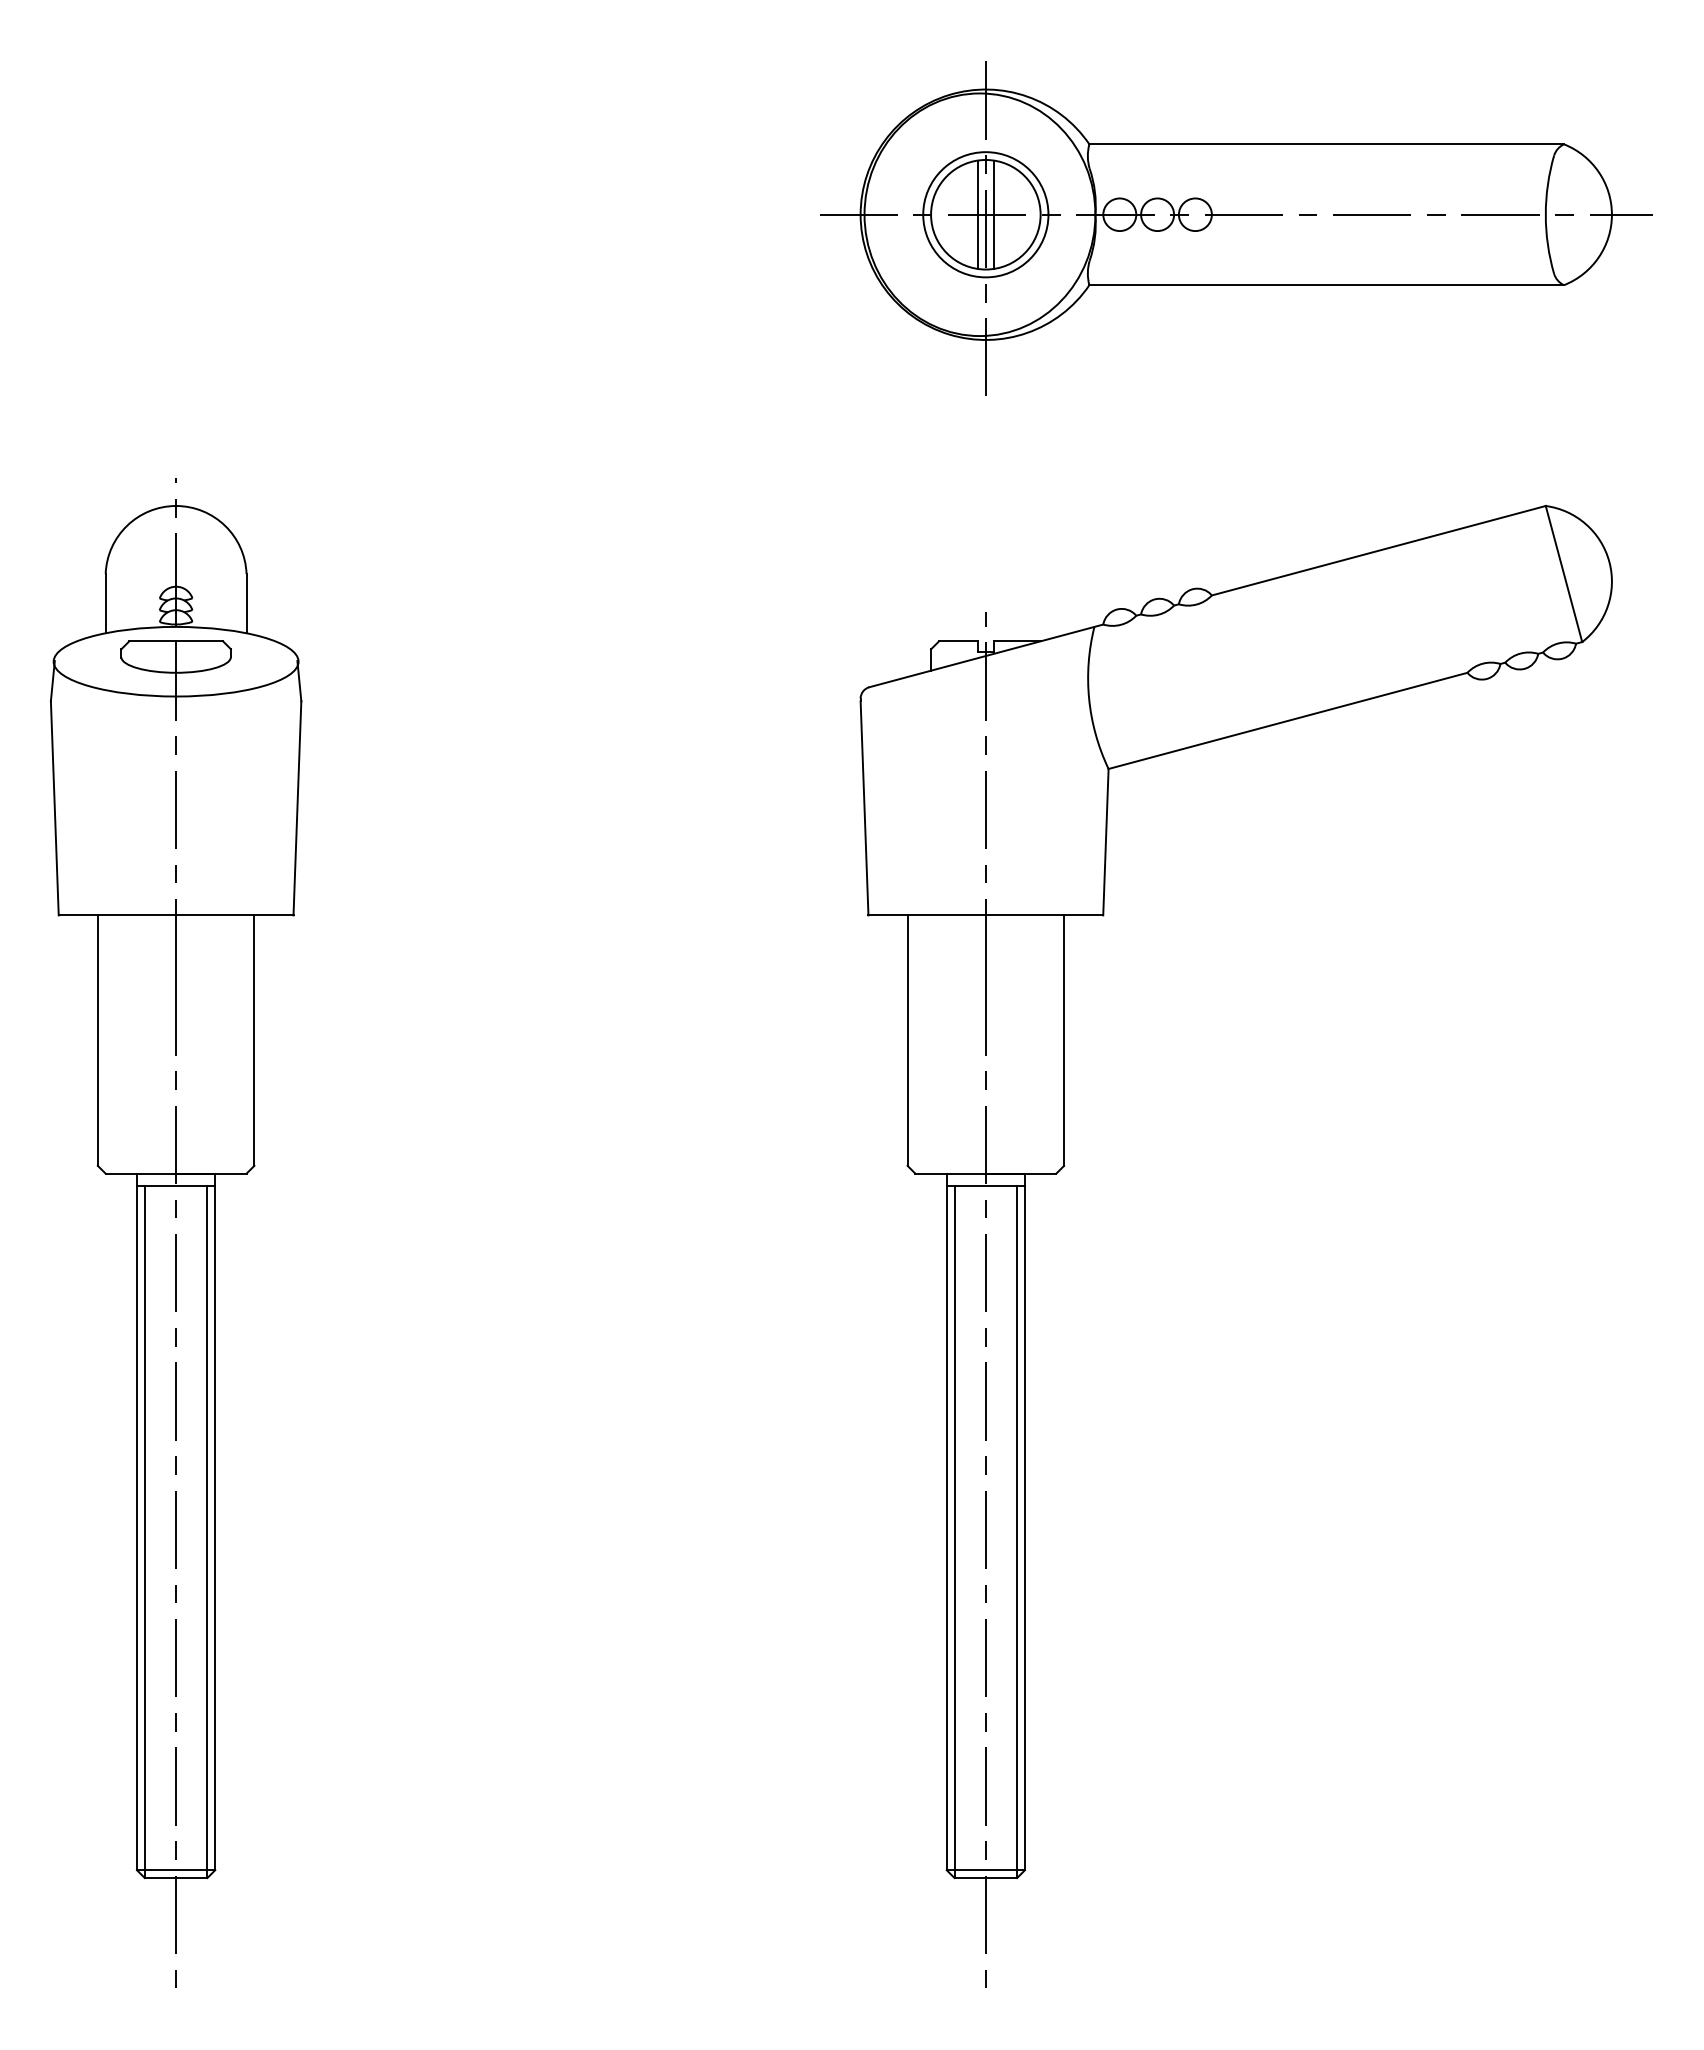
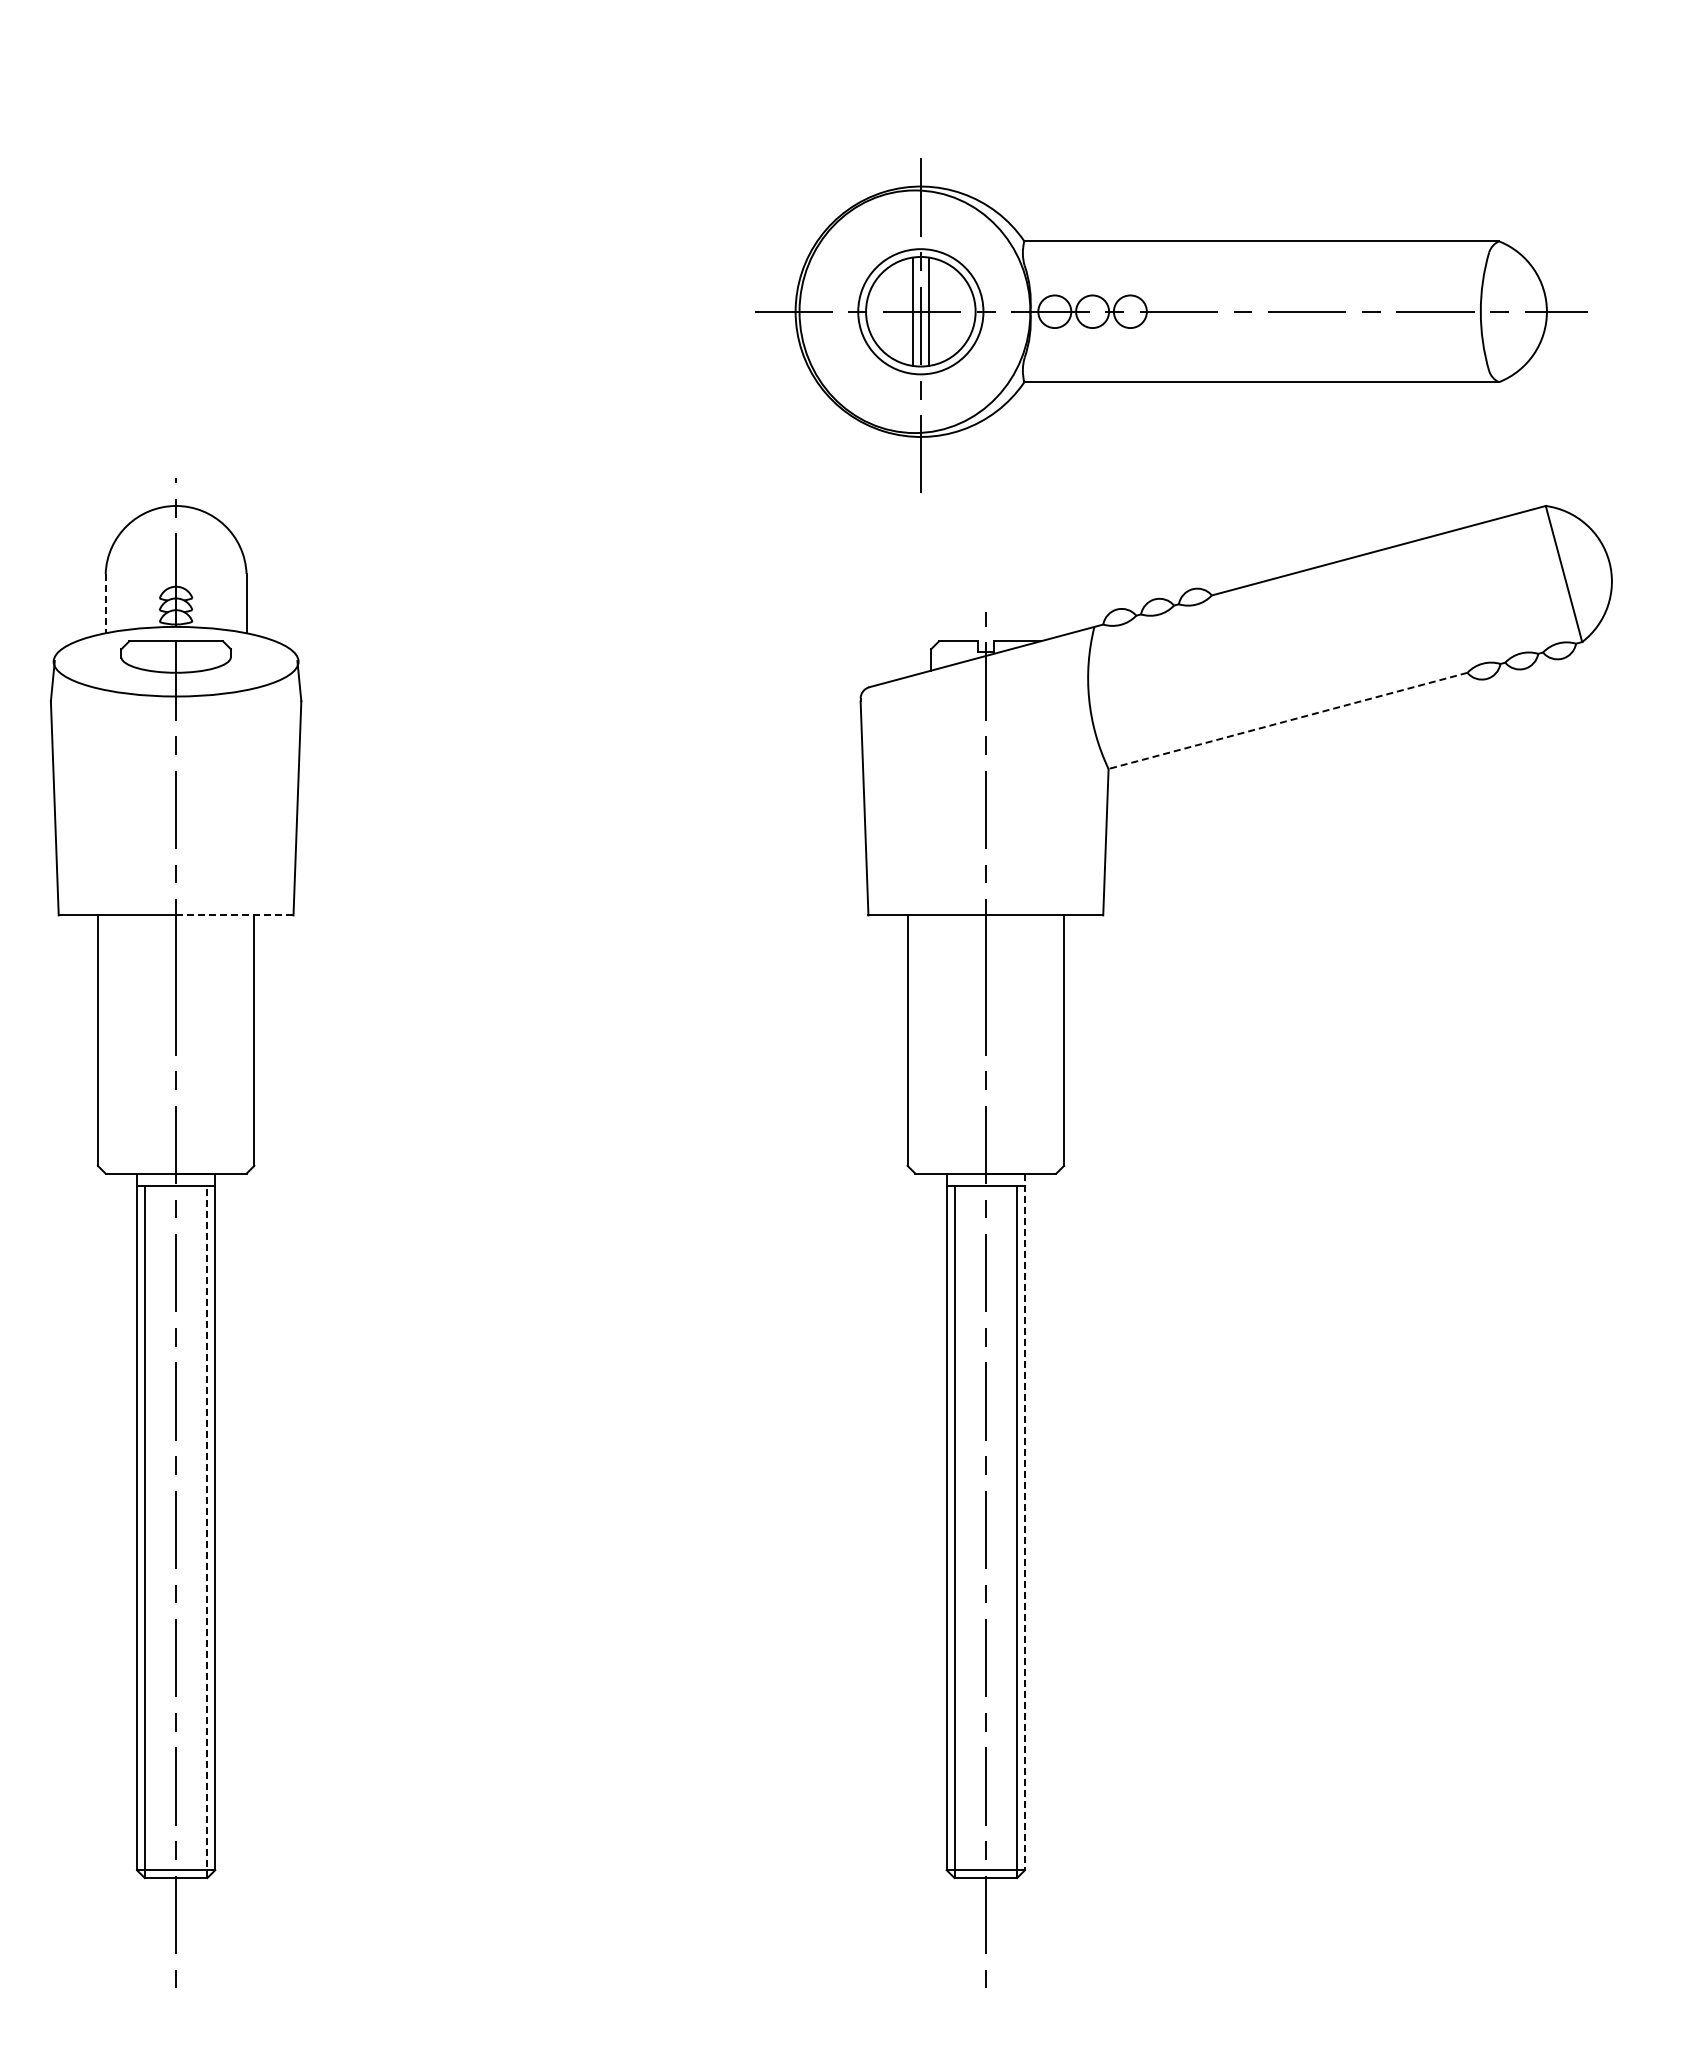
part at (1236, 228) position: (1236, 228) -> (1171, 325)
line at (105, 603): solid -> dashed
line at (1288, 720): solid -> dashed
line at (234, 915): solid -> dashed
line at (1024, 1522): solid -> dashed
line at (207, 1532): solid -> dashed
